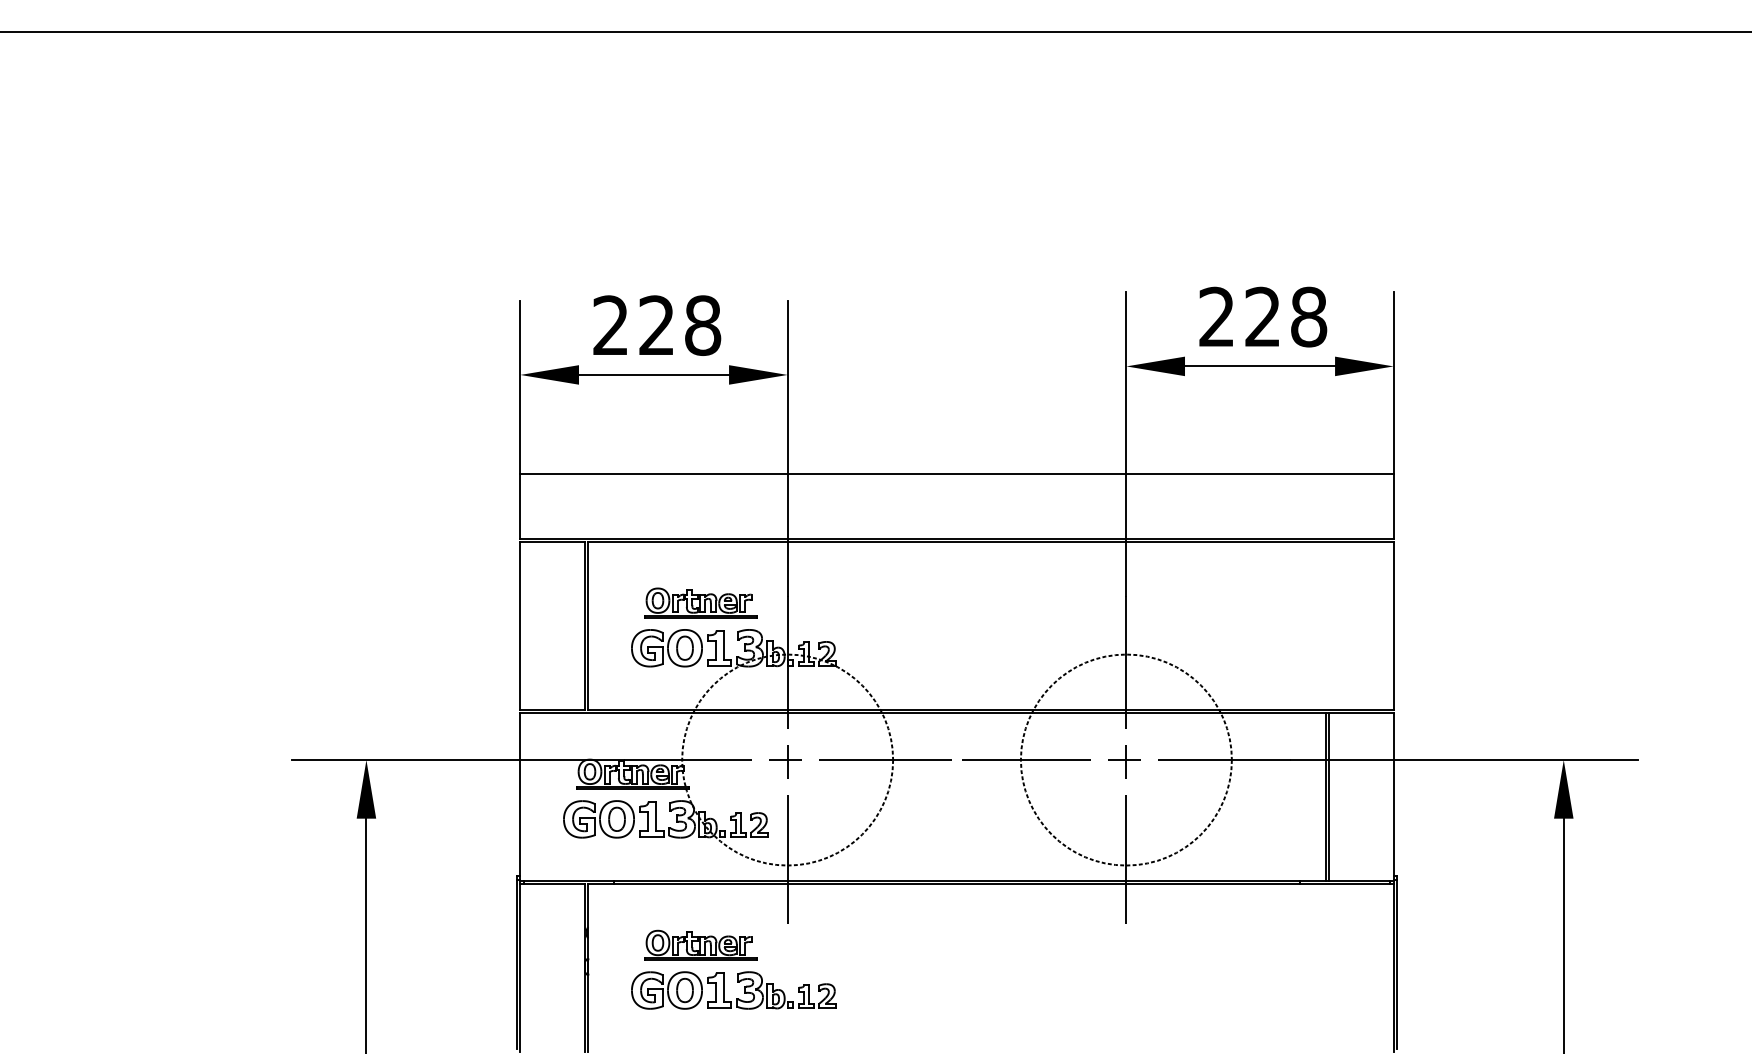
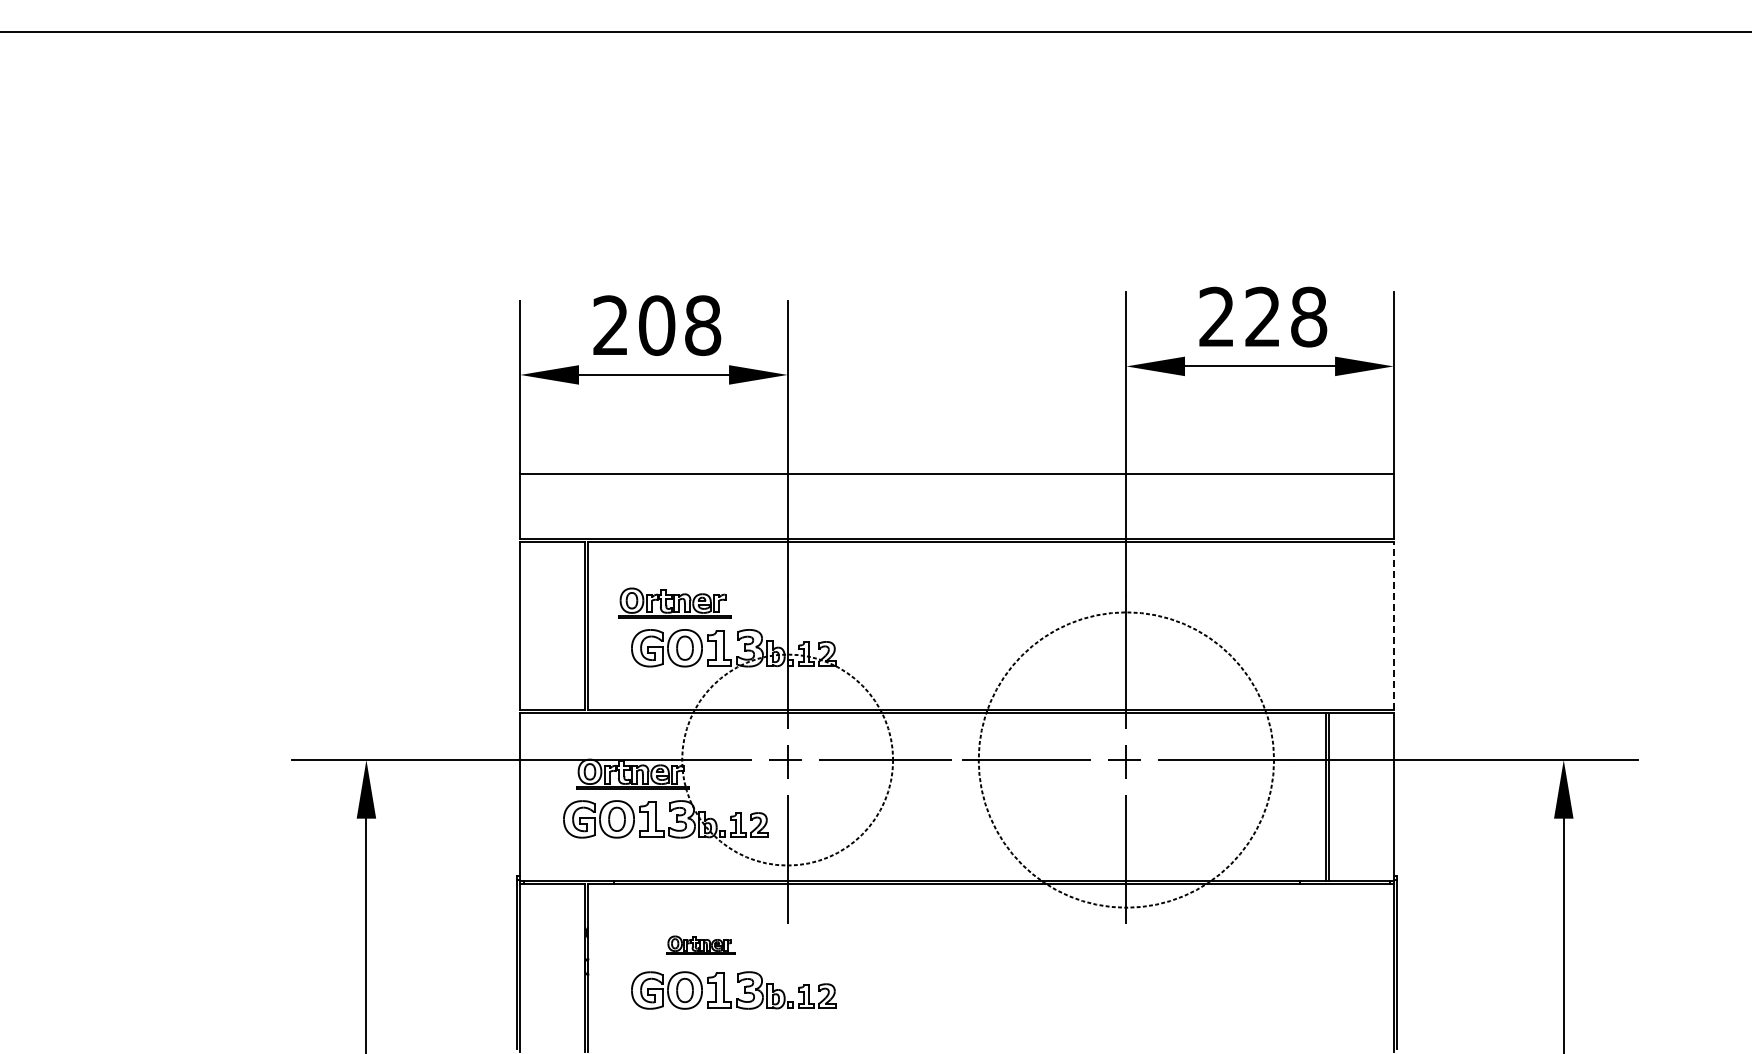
text at (657, 325): 228 -> 208
part at (700, 602) position: (700, 602) -> (674, 602)
line at (1393, 625): solid -> dashed
circle at (1125, 759) diameter: 211 px -> 295 px
part at (700, 944) size: 114x32 px -> 70x20 px
